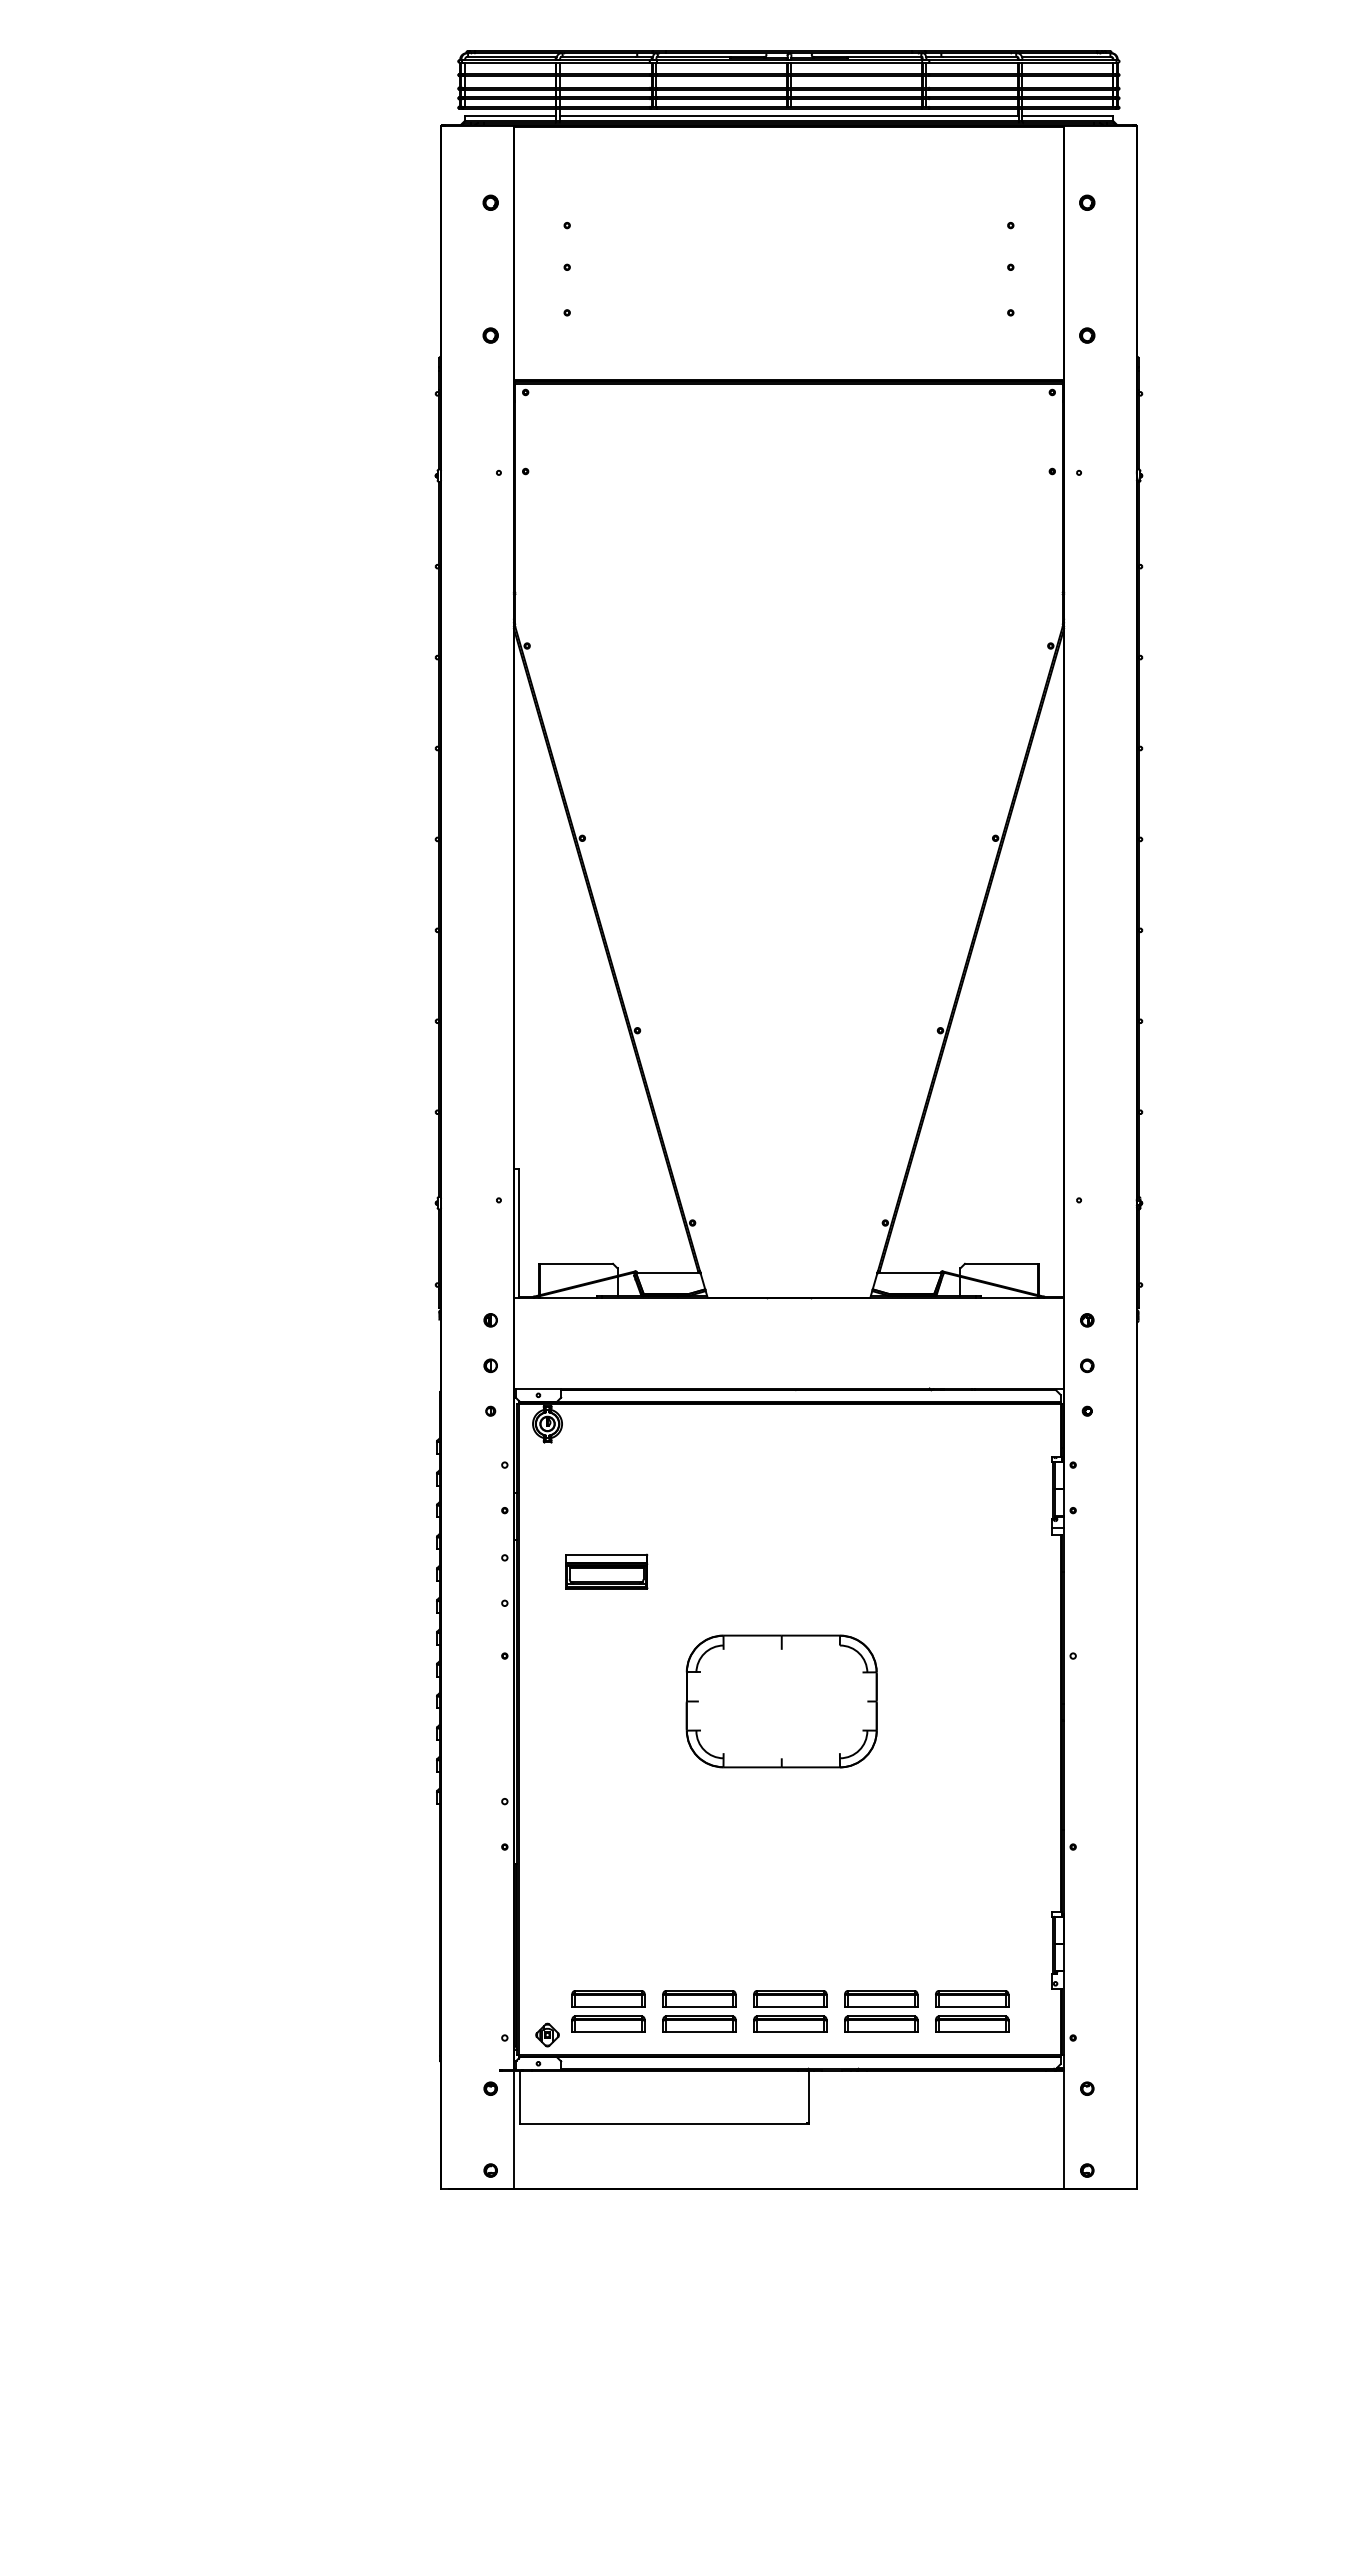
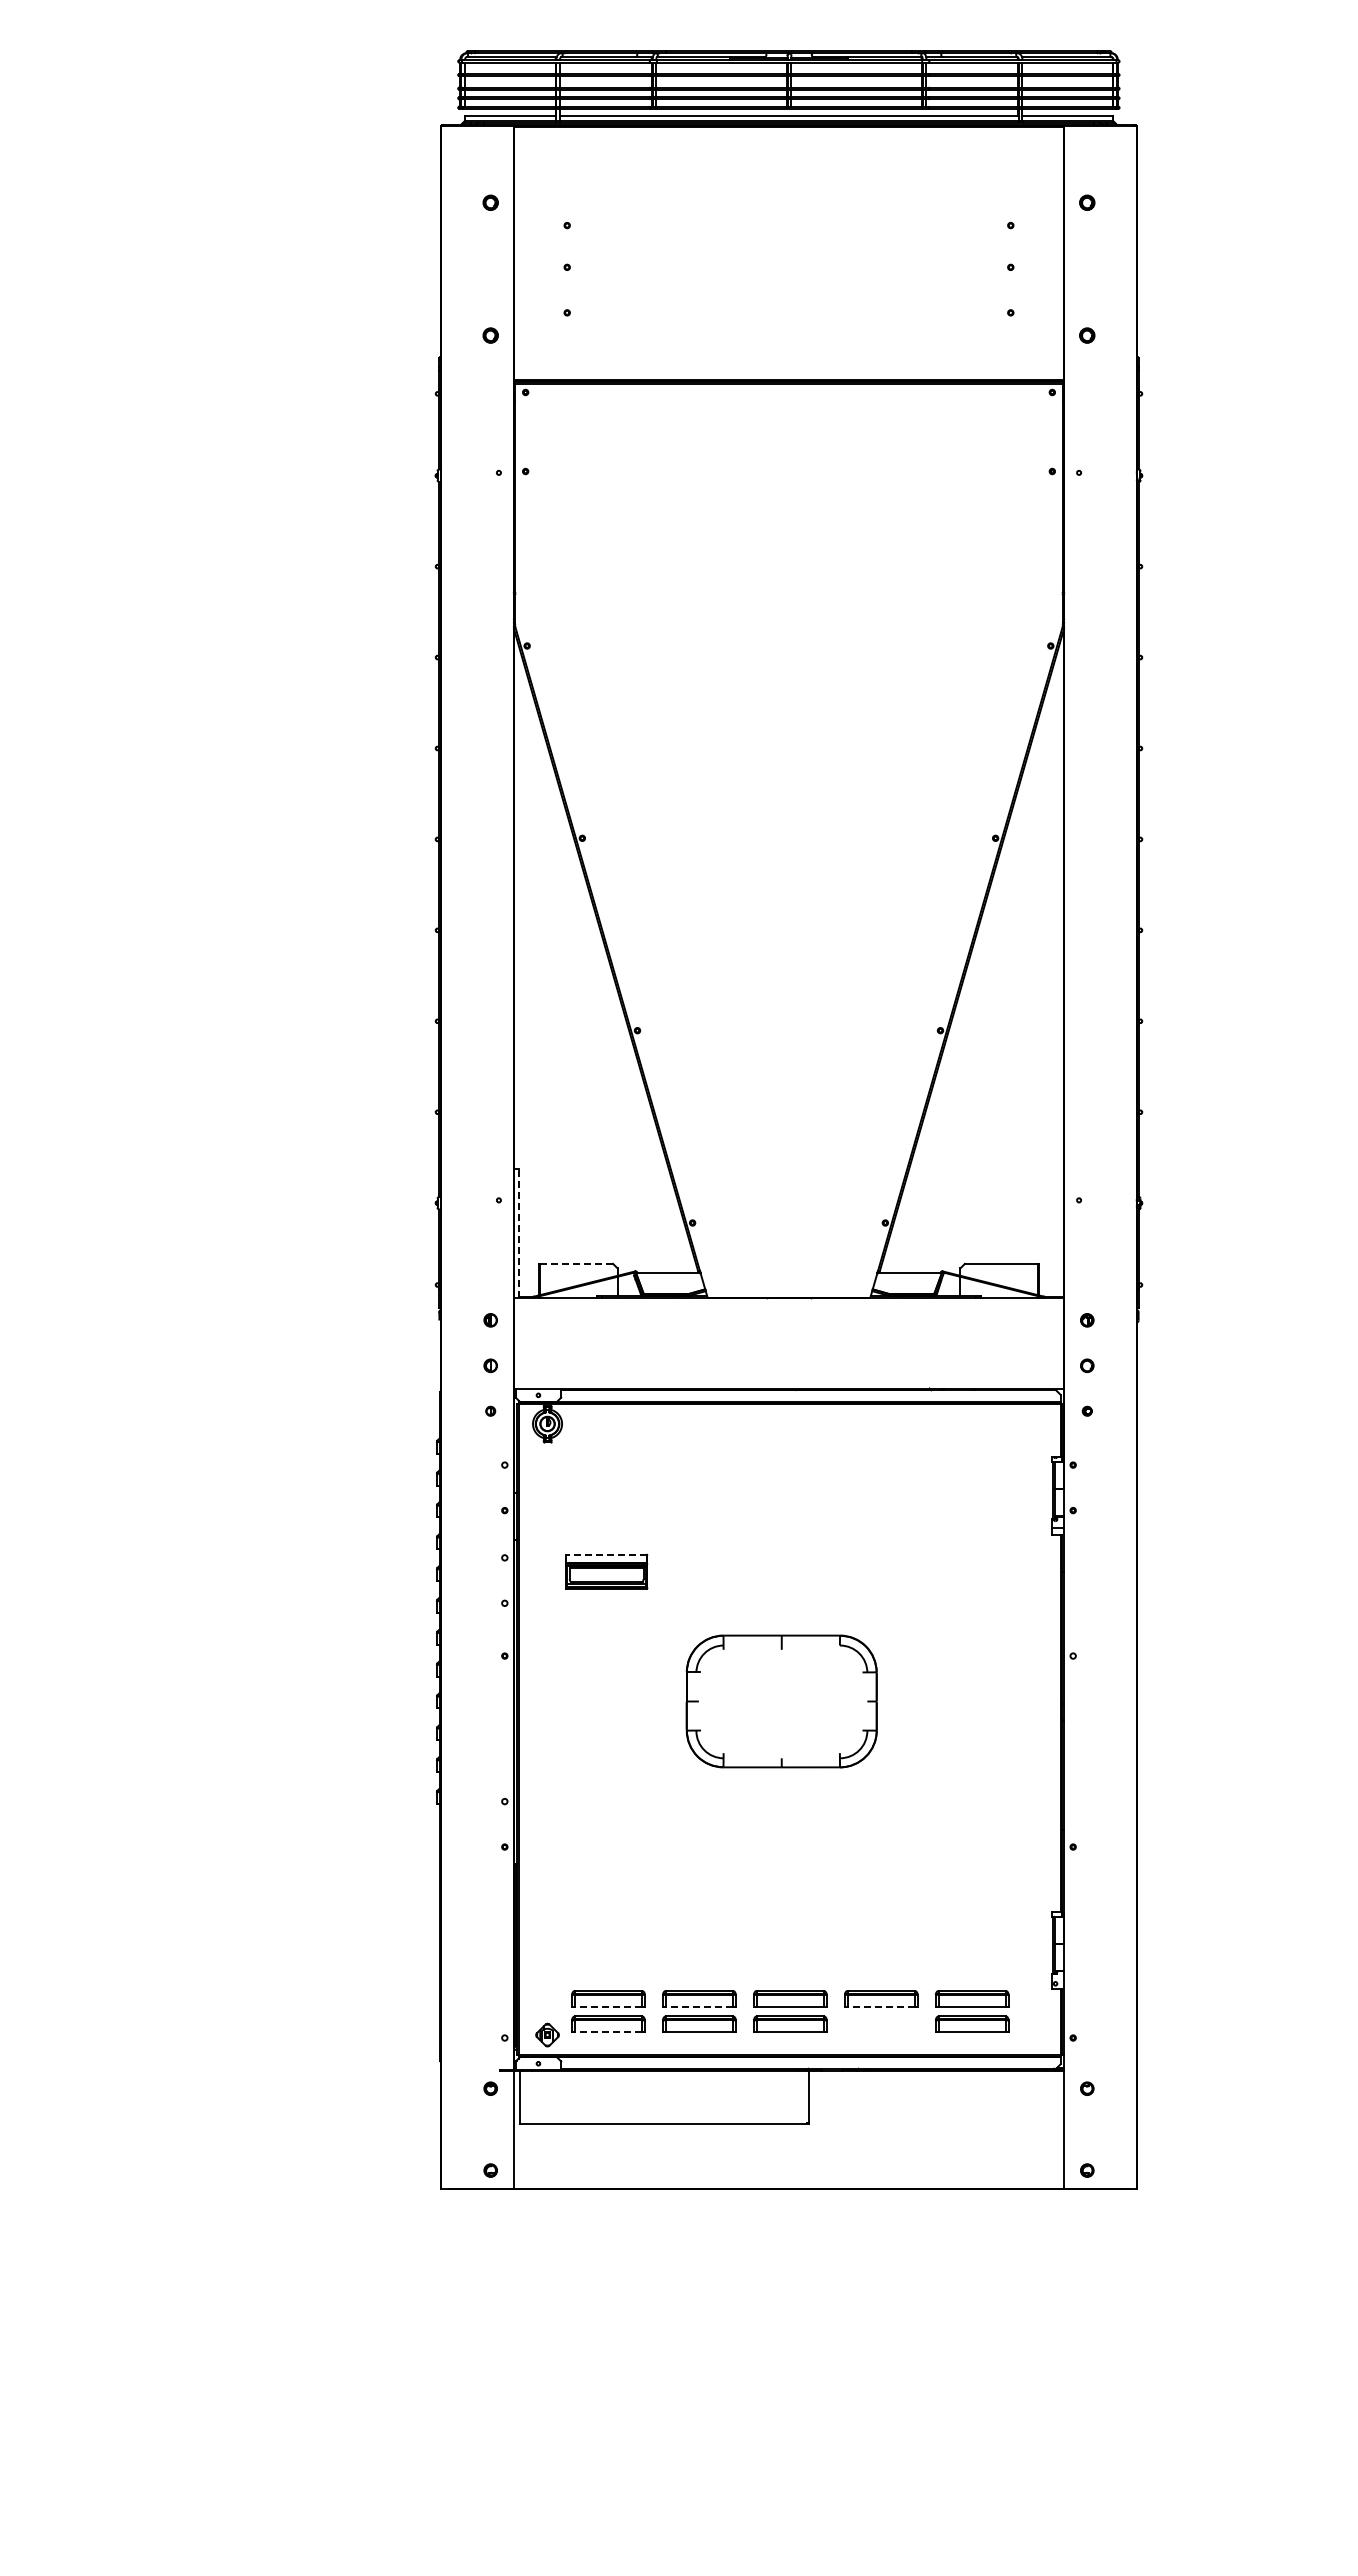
line at (519, 1232): solid -> dashed
line at (576, 1263): solid -> dashed
line at (605, 1554): solid -> dashed
line at (608, 2006): solid -> dashed
line at (699, 2006): solid -> dashed
line at (881, 2006): solid -> dashed
part at (881, 2023): present -> none
line at (608, 2032): solid -> dashed
